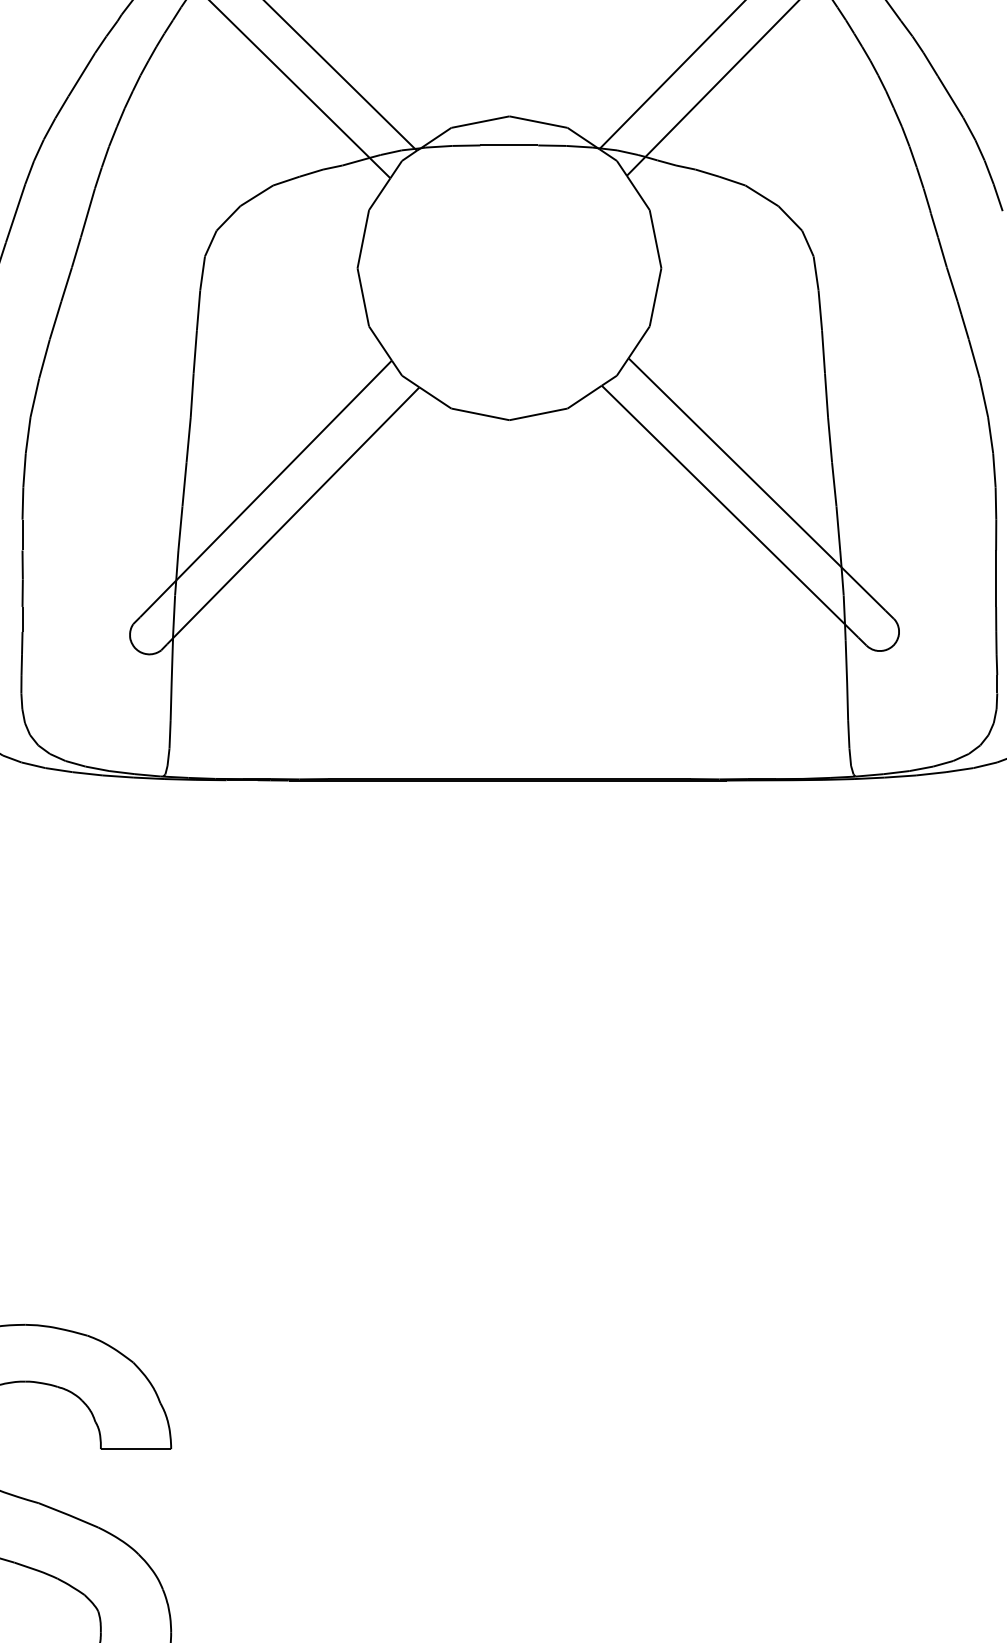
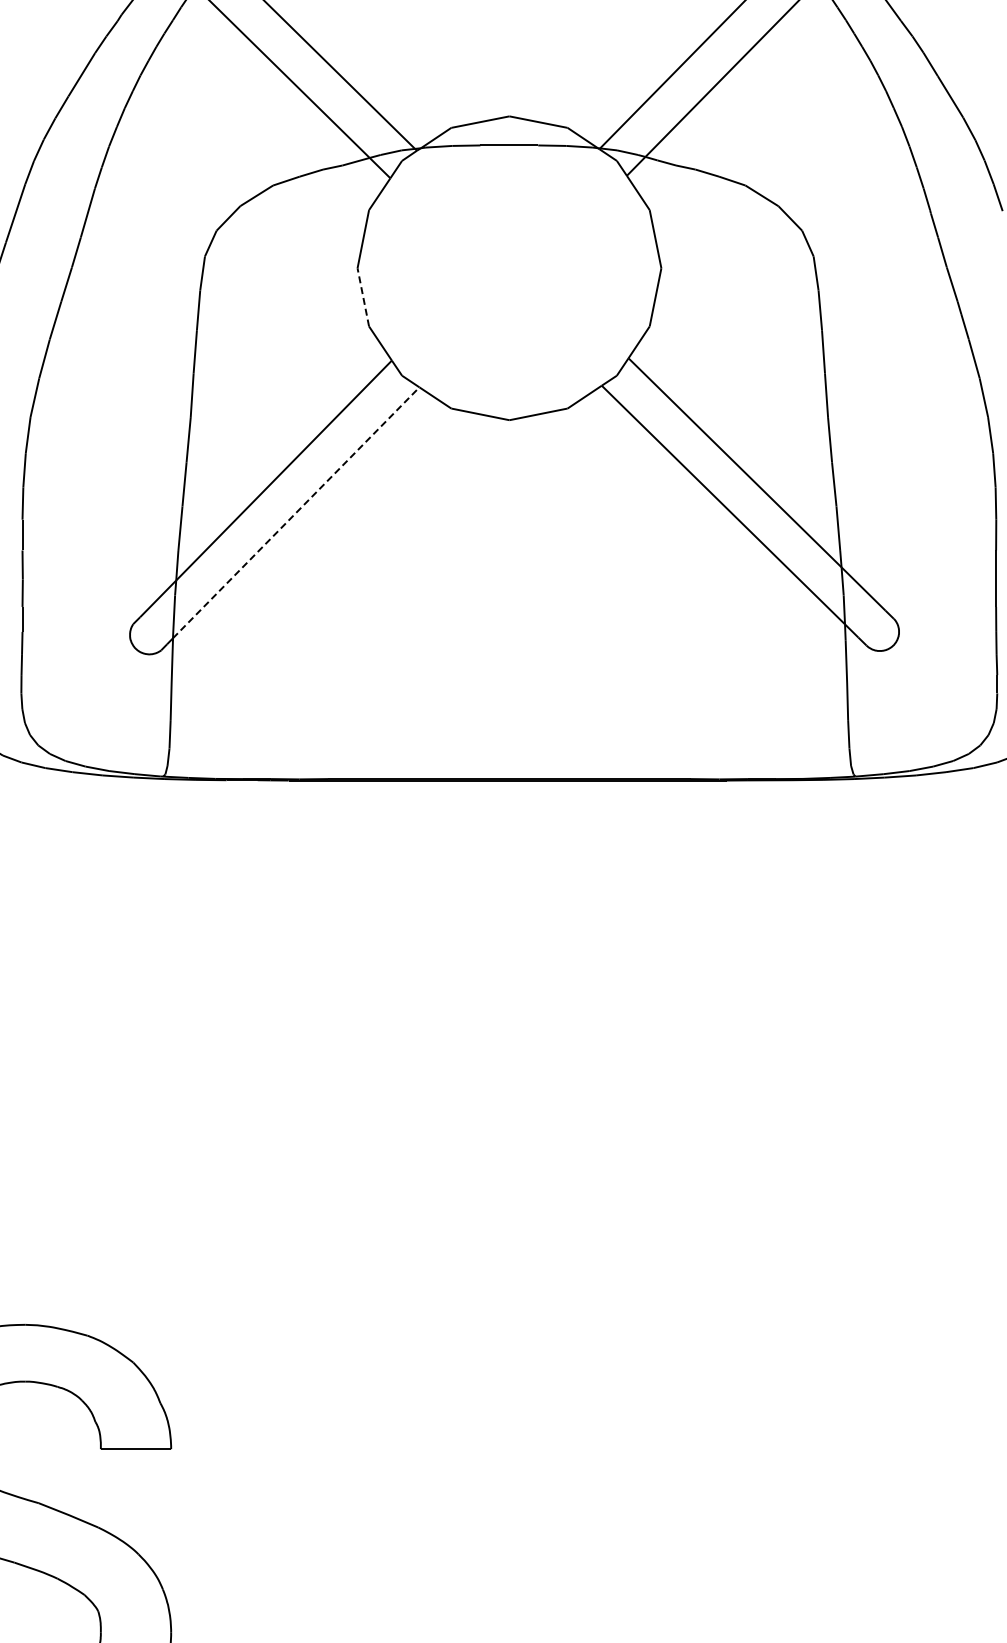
line at (363, 297): solid -> dashed
line at (296, 512): solid -> dashed
